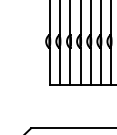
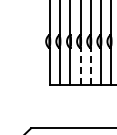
line at (80, 66): solid -> dashed
line at (90, 66): solid -> dashed
